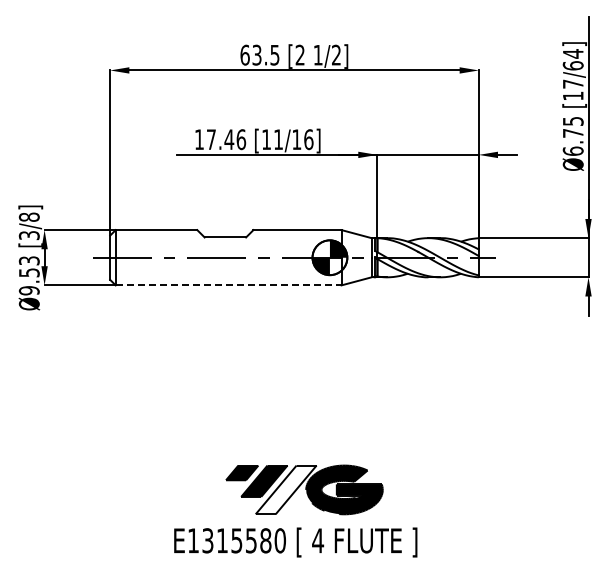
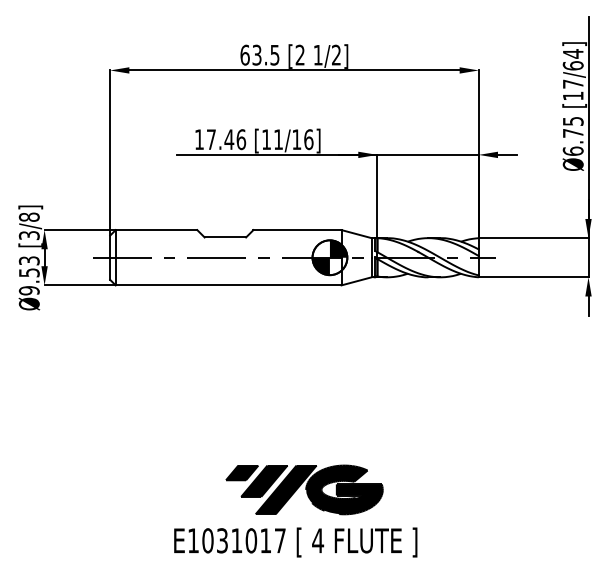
line at (228, 285): dashed -> solid
fill at (285, 489): none -> present
text at (243, 540): E1315580 -> E1031017
